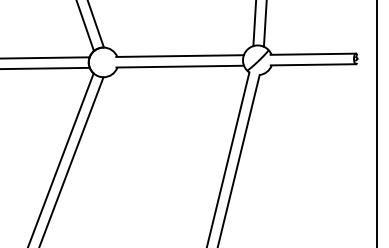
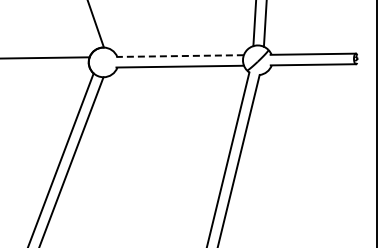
line at (85, 26): present -> none
line at (180, 56): solid -> dashed
line at (45, 68): present -> none
